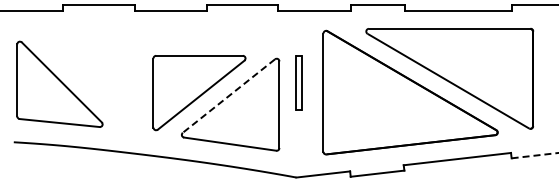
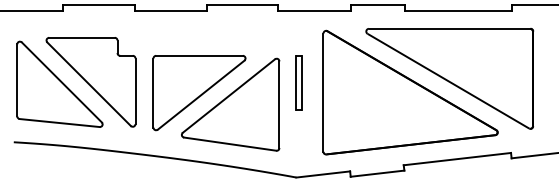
part at (90, 82): none -> present
line at (228, 96): dashed -> solid
line at (535, 155): dashed -> solid
